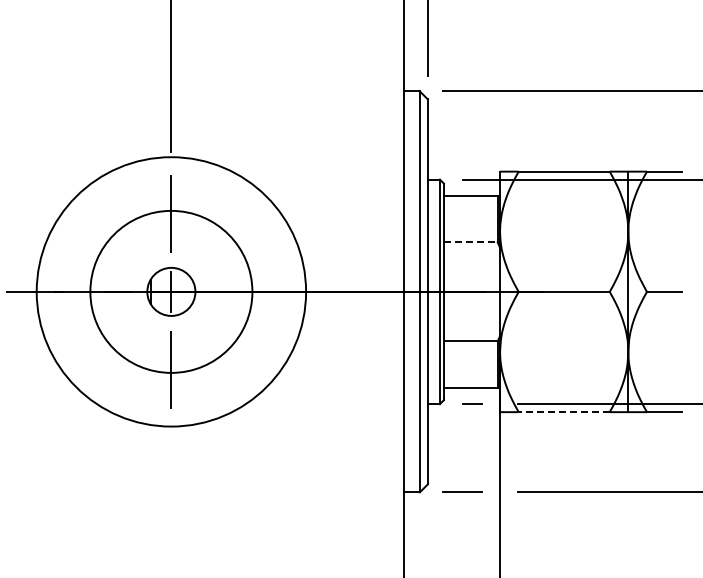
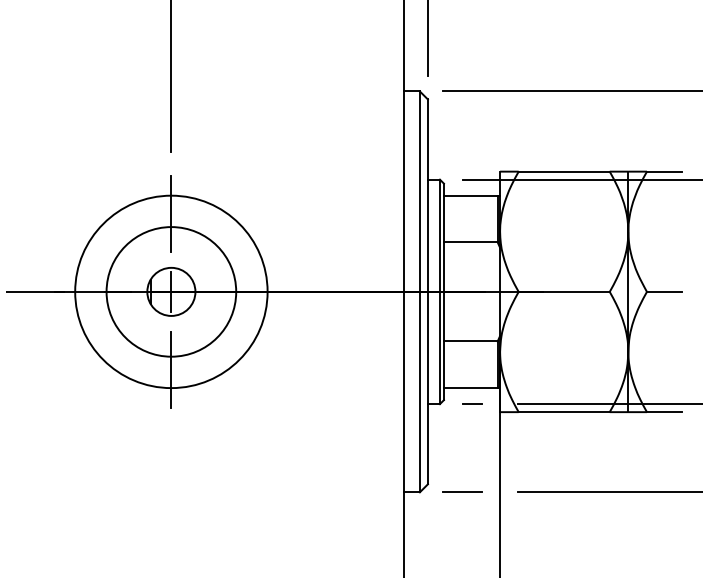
line at (470, 242): dashed -> solid
circle at (171, 291) diameter: 162 px -> 130 px
circle at (171, 291) diameter: 269 px -> 192 px
line at (564, 412): dashed -> solid
